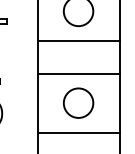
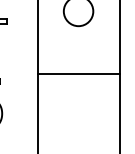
line at (78, 40): present -> none
circle at (78, 102): present -> none
line at (78, 132): present -> none
